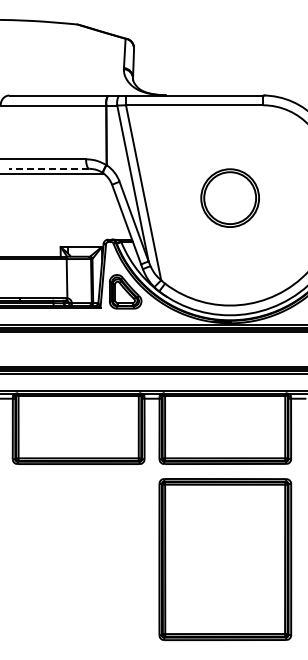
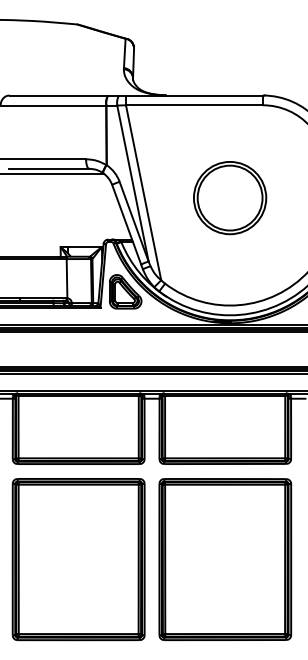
line at (49, 168): dashed -> solid
part at (229, 197) size: 60x60 px -> 75x75 px
part at (78, 559): none -> present
